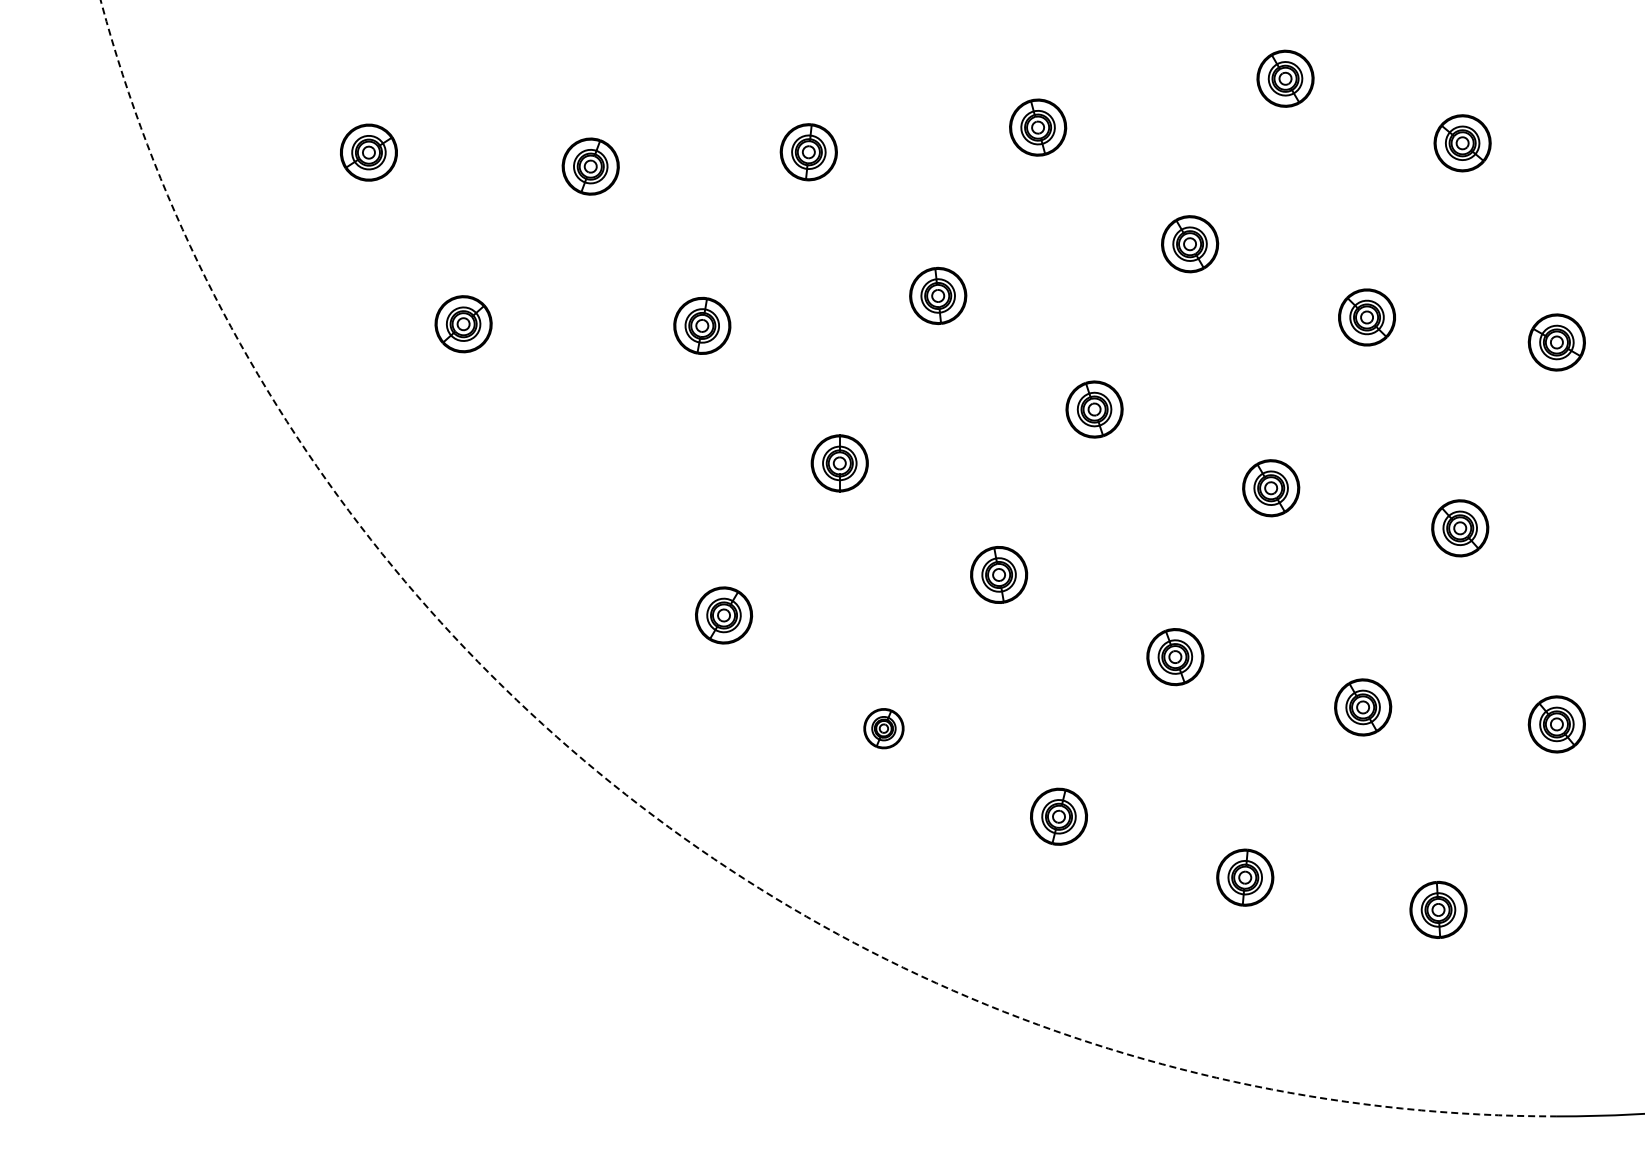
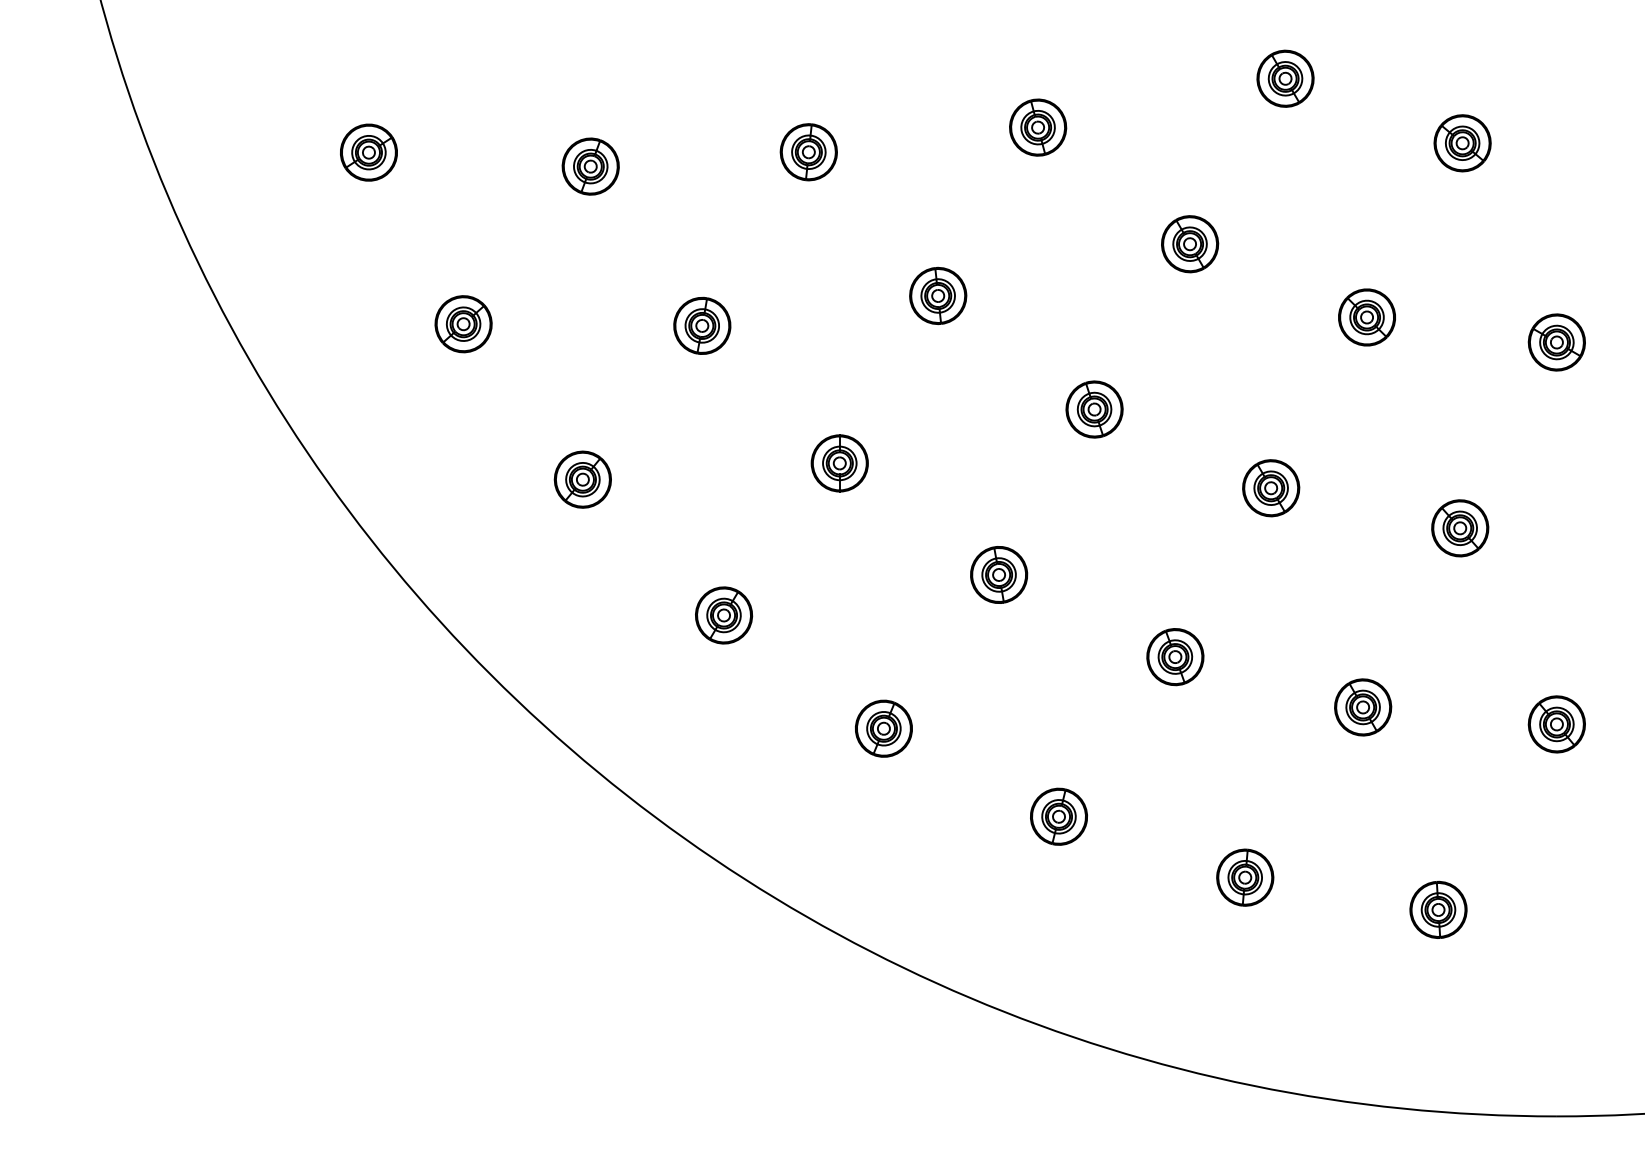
part at (582, 479): none -> present
part at (883, 728) size: 42x42 px -> 58x59 px
arc at (637, 803): dashed -> solid
